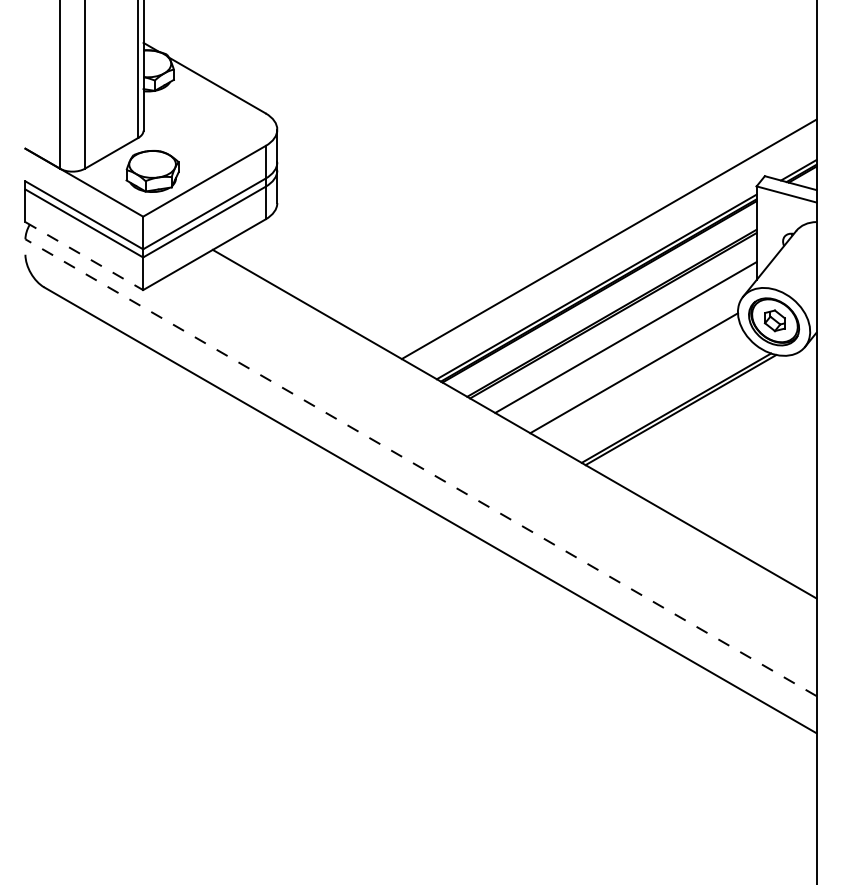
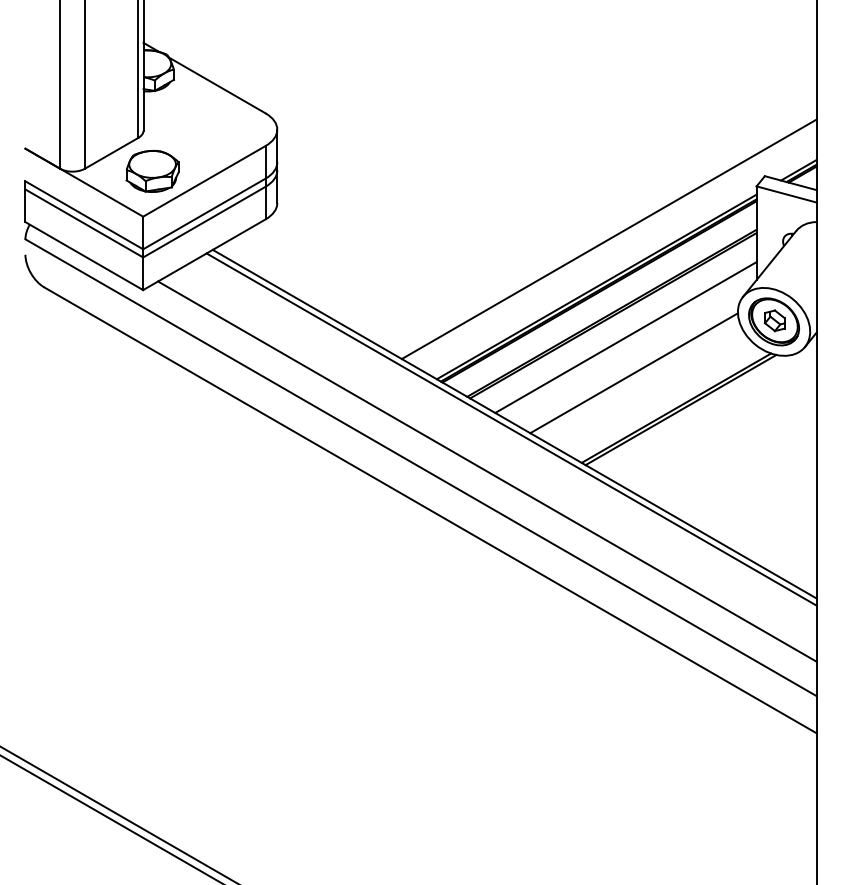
line at (84, 256): dashed -> solid
line at (511, 429): none -> present
line at (421, 467): dashed -> solid
line at (487, 471): none -> present
line at (118, 814): none -> present
line at (110, 818): none -> present
